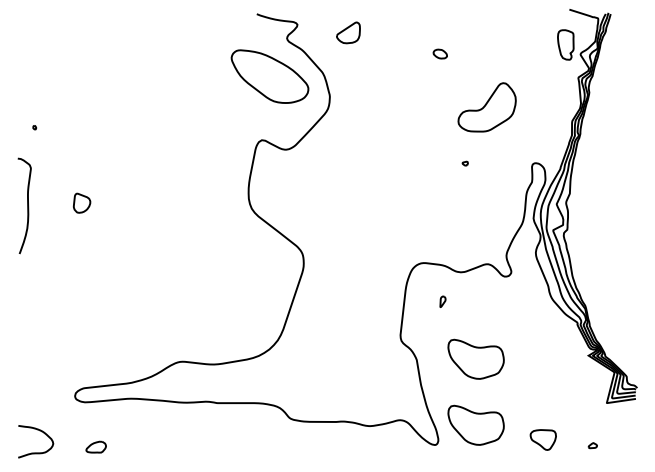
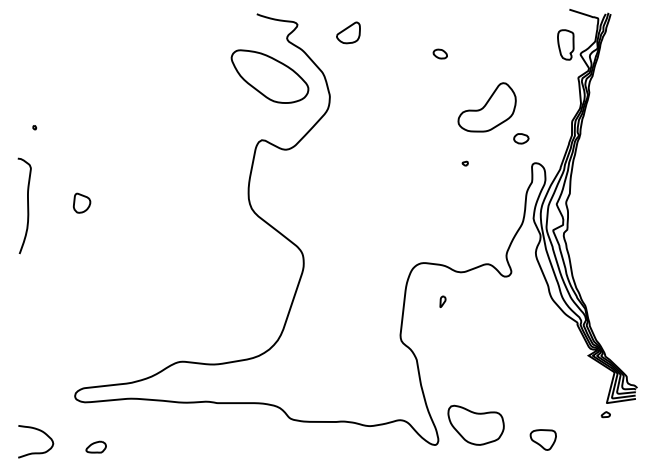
part at (521, 138): none -> present
part at (475, 358): present -> none
part at (592, 445) position: (592, 445) -> (605, 414)
